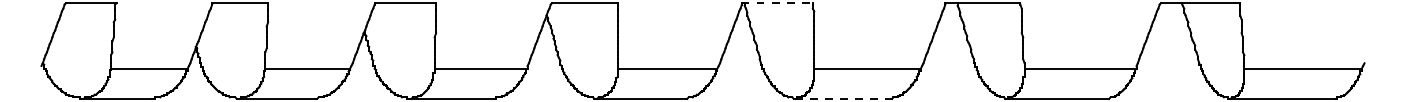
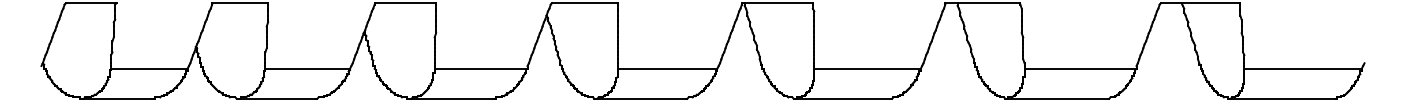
line at (777, 3): dashed -> solid
line at (842, 98): dashed -> solid
